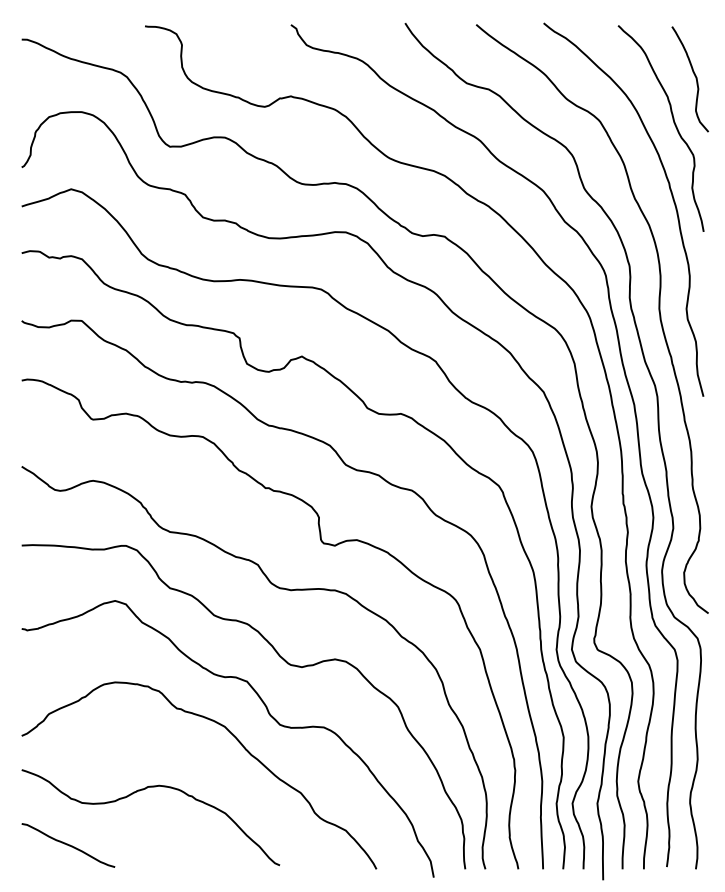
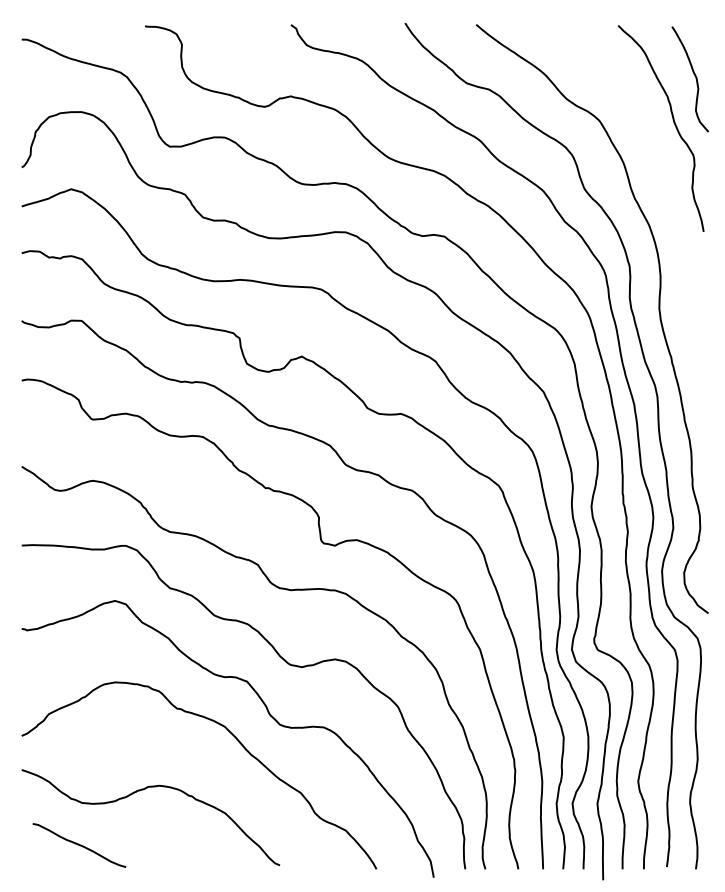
curve at (671, 196): present -> none
curve at (68, 845) position: (68, 845) -> (79, 845)
